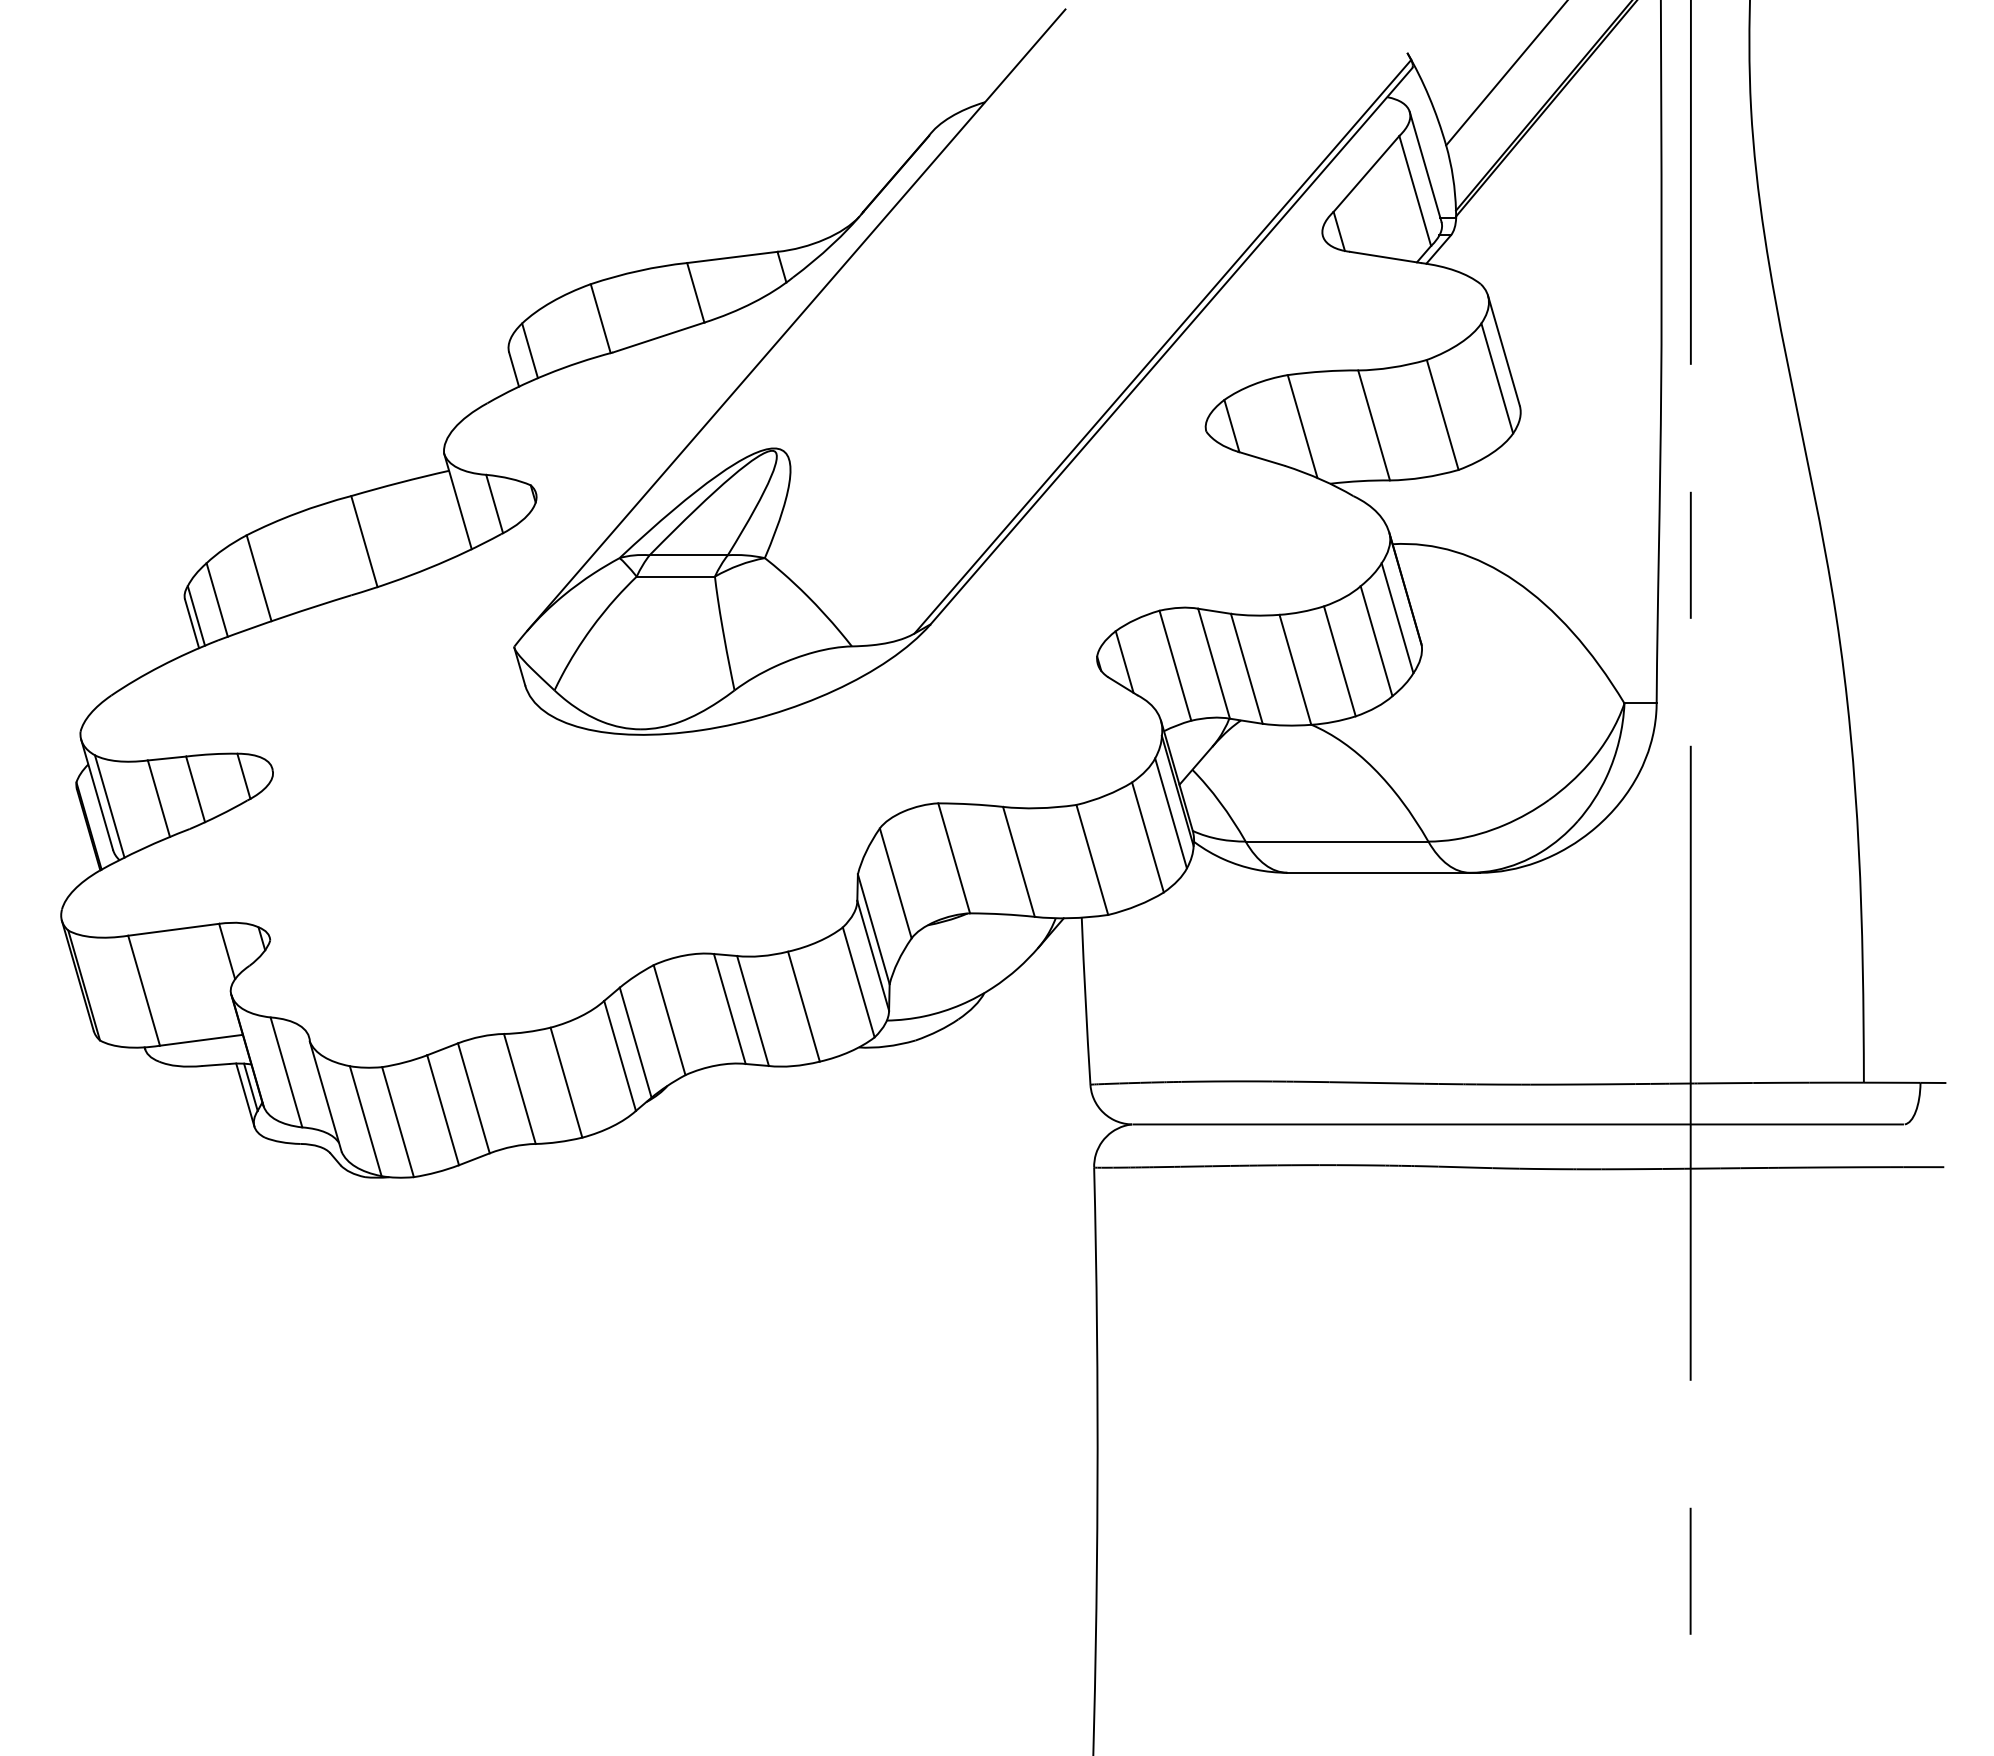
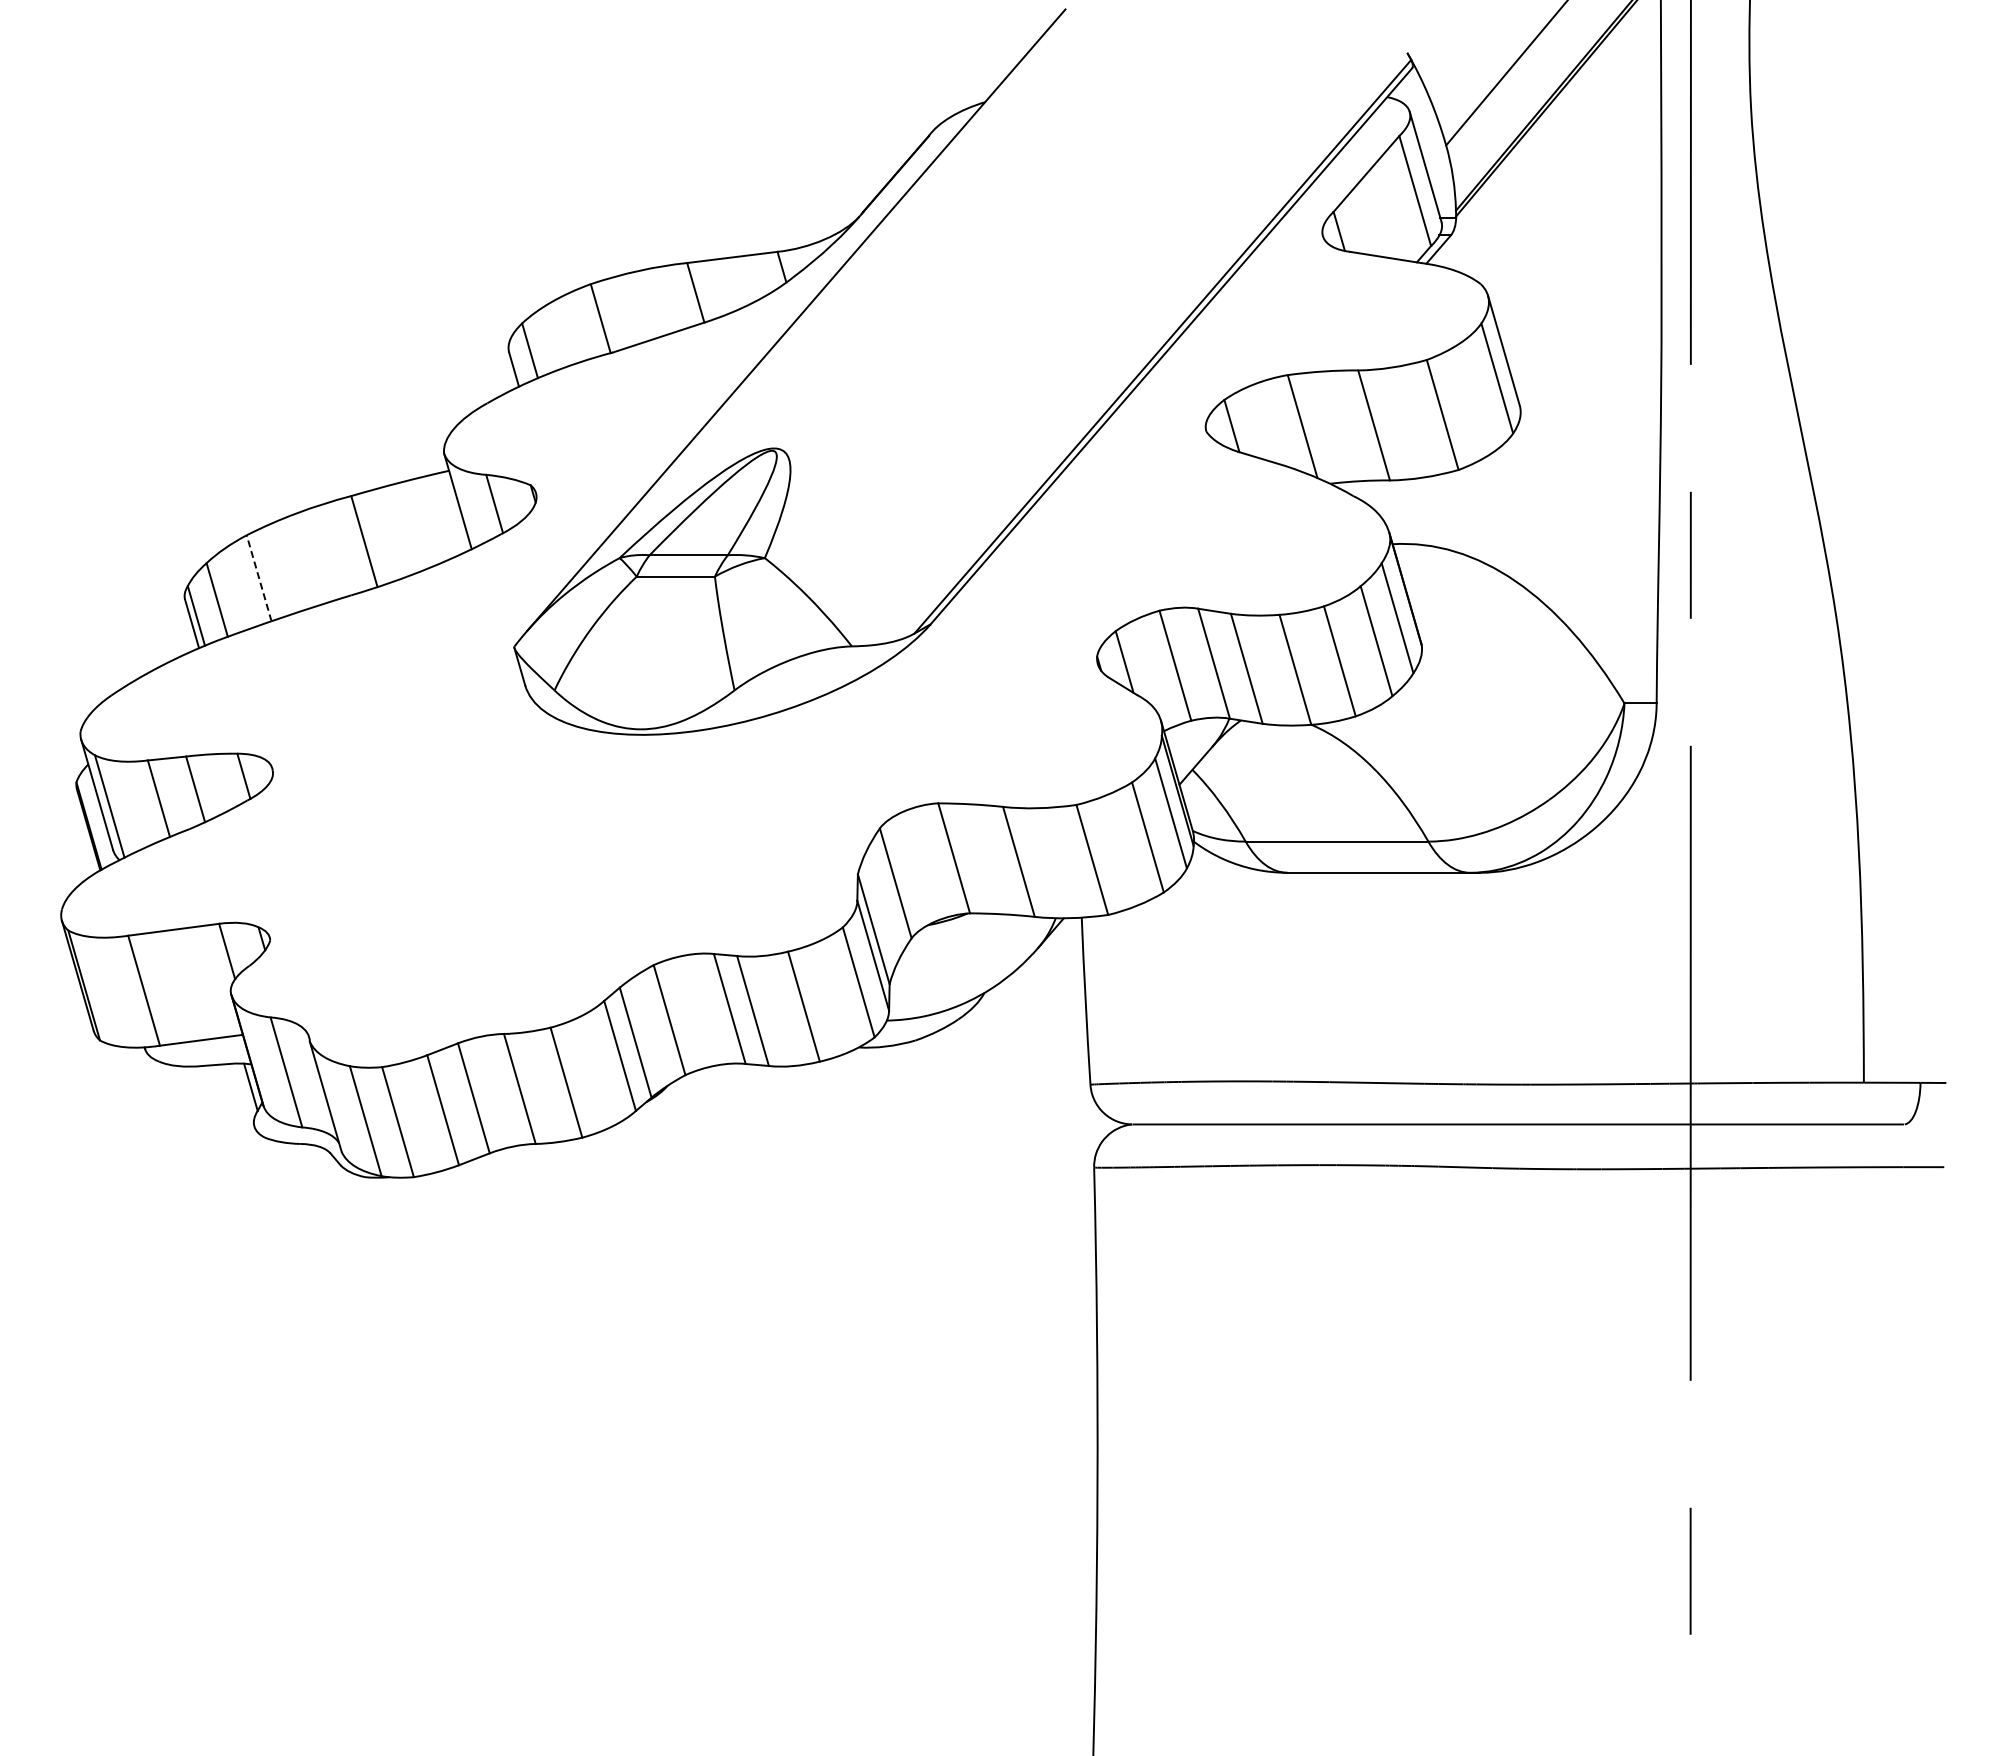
line at (259, 578): solid -> dashed
line at (245, 1094): present -> none
